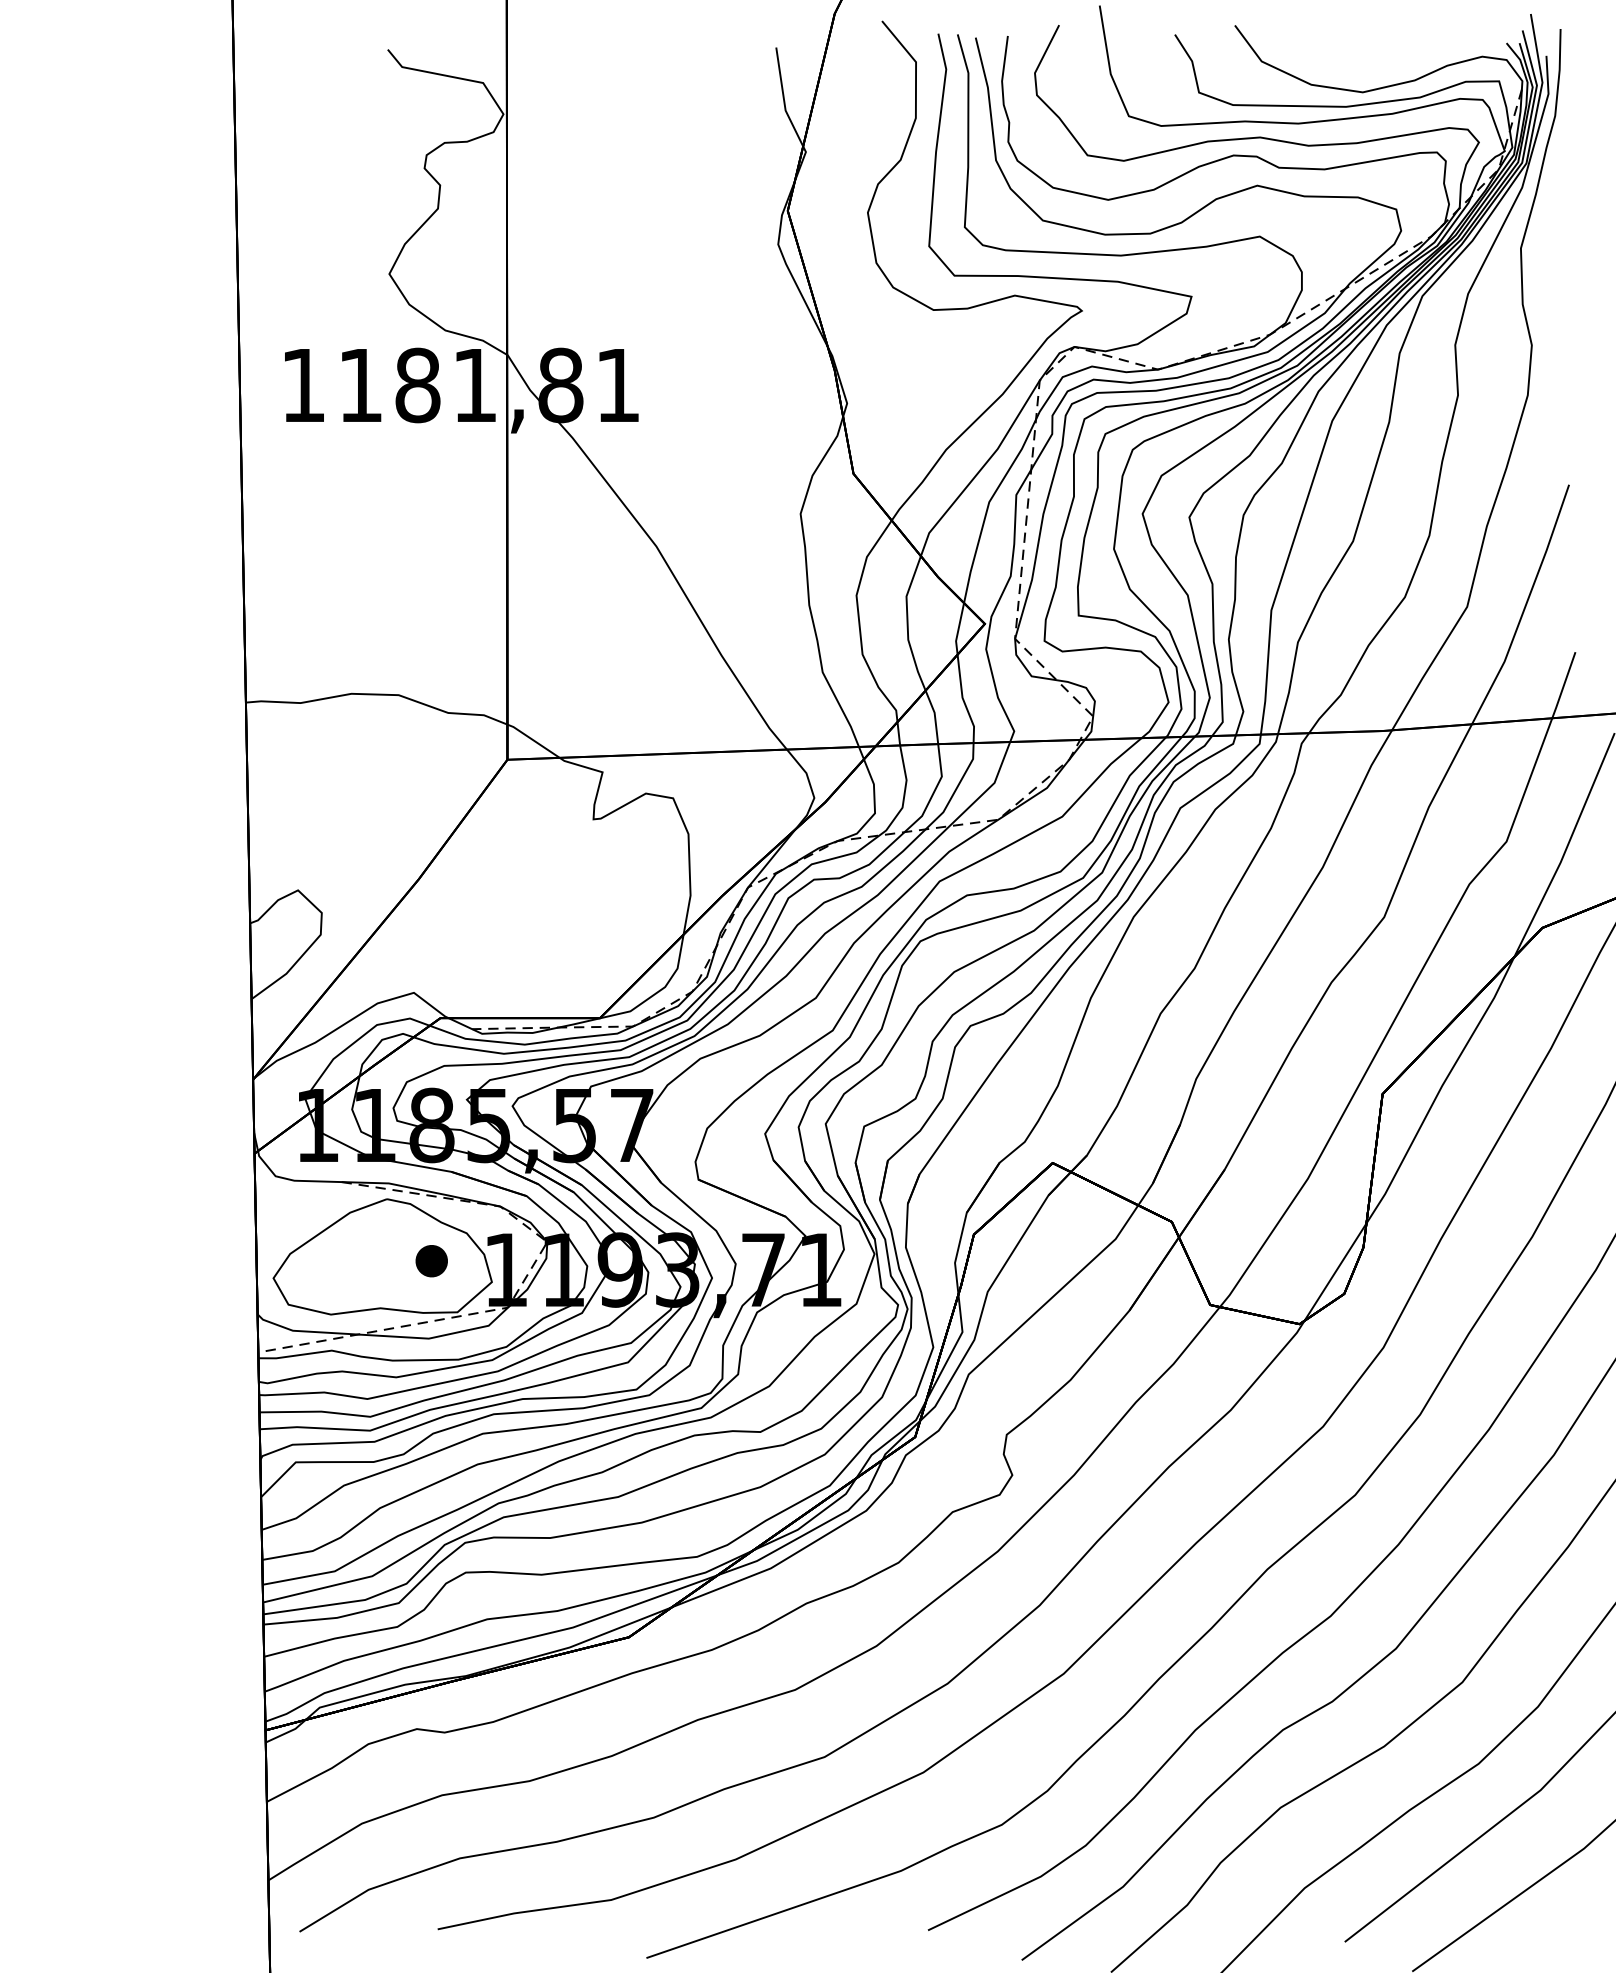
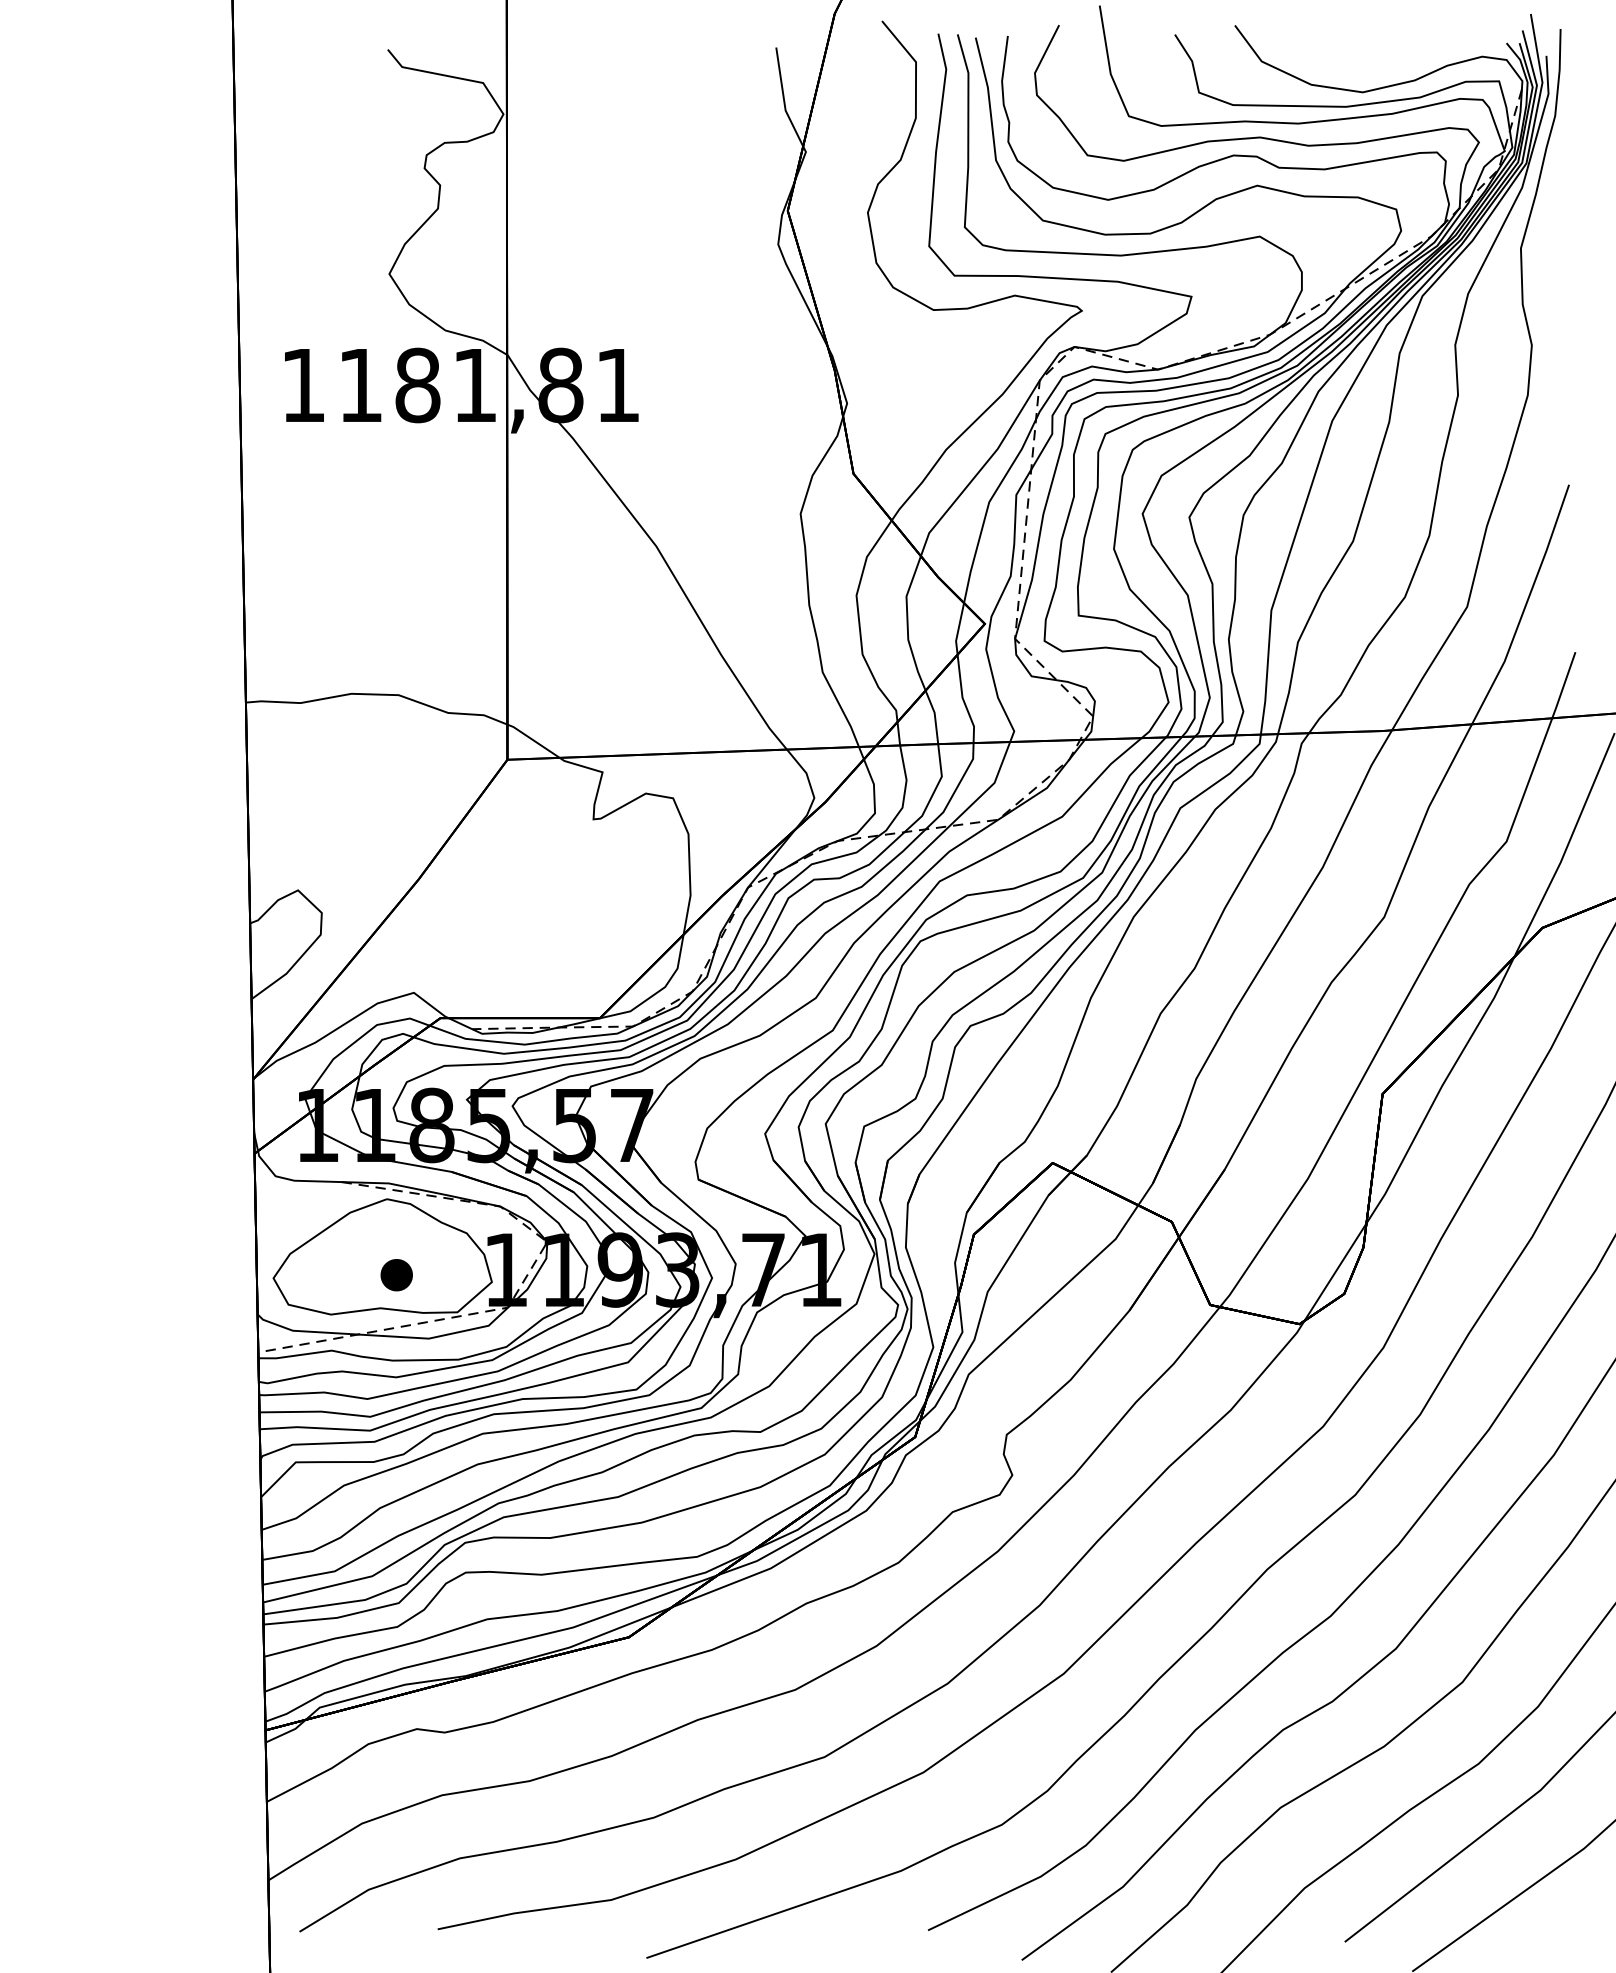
part at (431, 1261) position: (431, 1261) -> (396, 1275)
